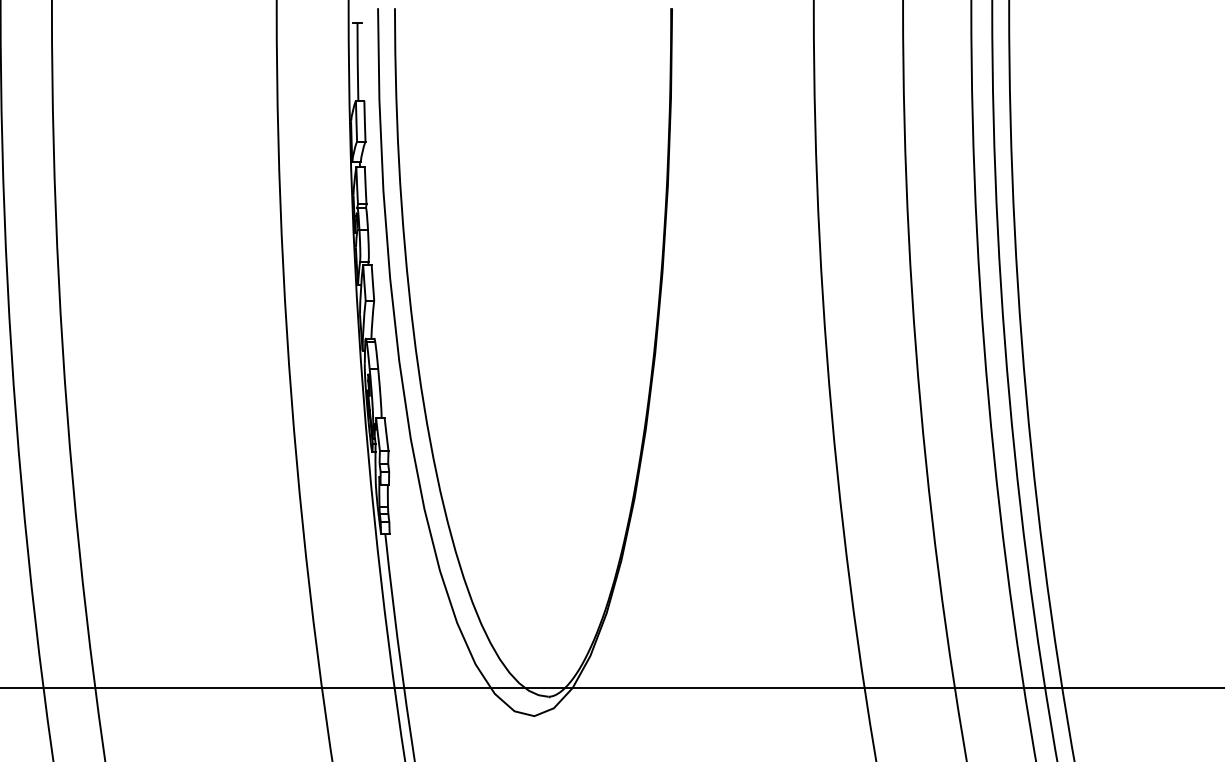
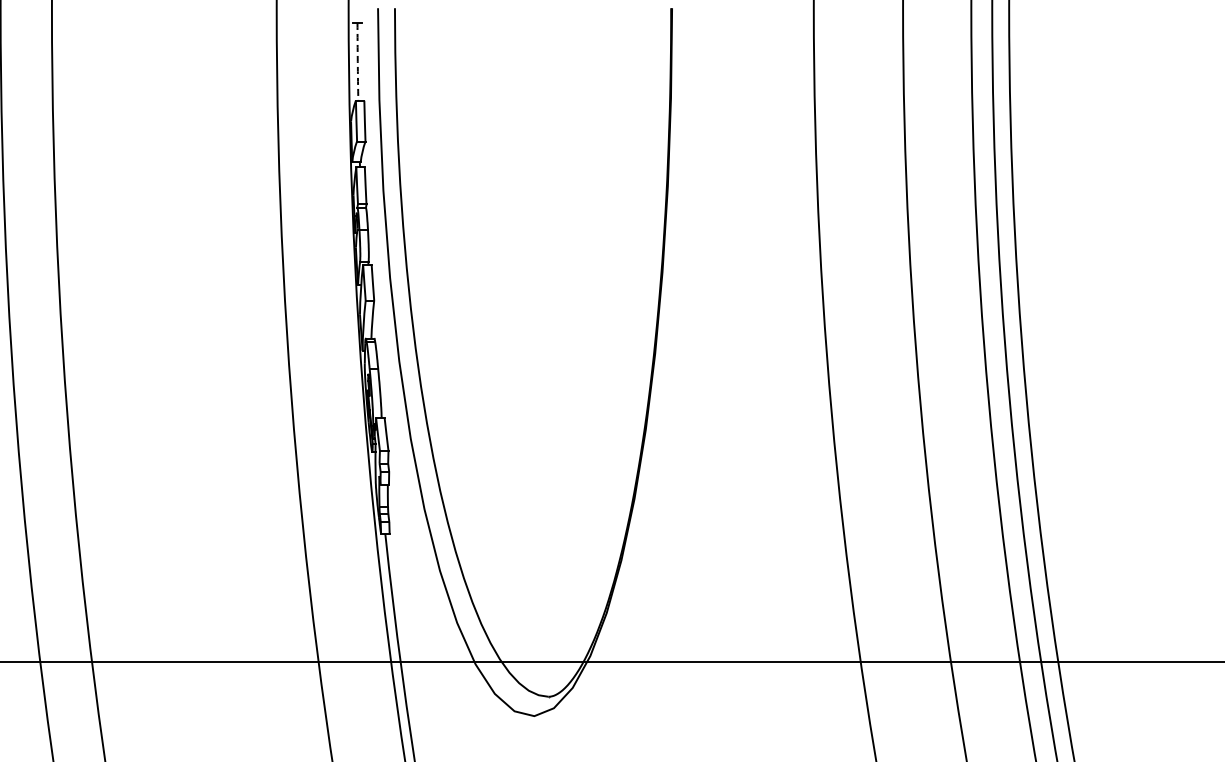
arc at (357, 61): solid -> dashed
line at (611, 688) position: (611, 688) -> (611, 662)
